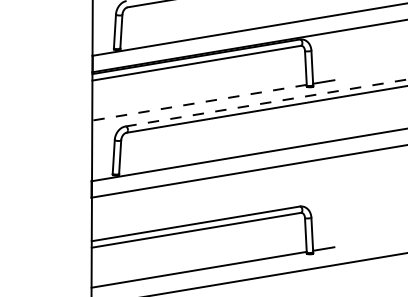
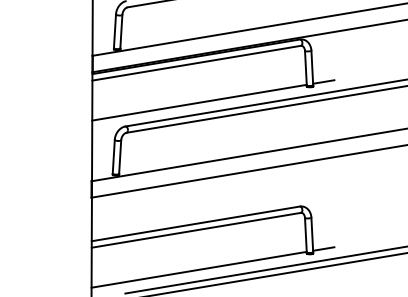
line at (199, 102): dashed -> solid
line at (267, 102): dashed -> solid
line at (264, 269): none -> present
